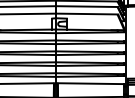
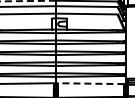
line at (28, 1): solid -> dashed
line at (89, 83): solid -> dashed
